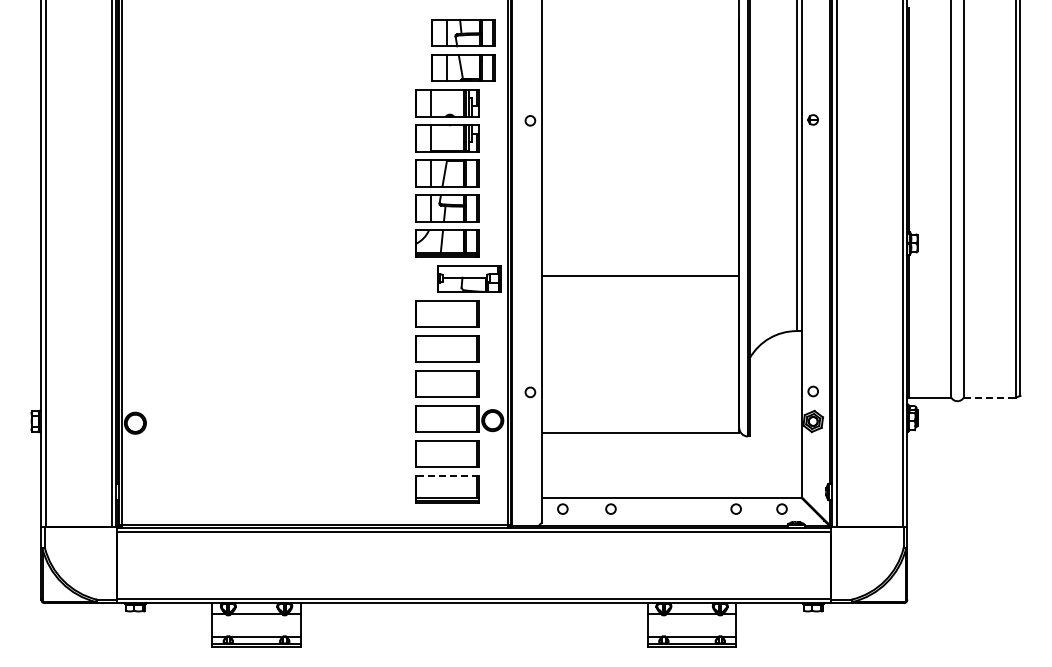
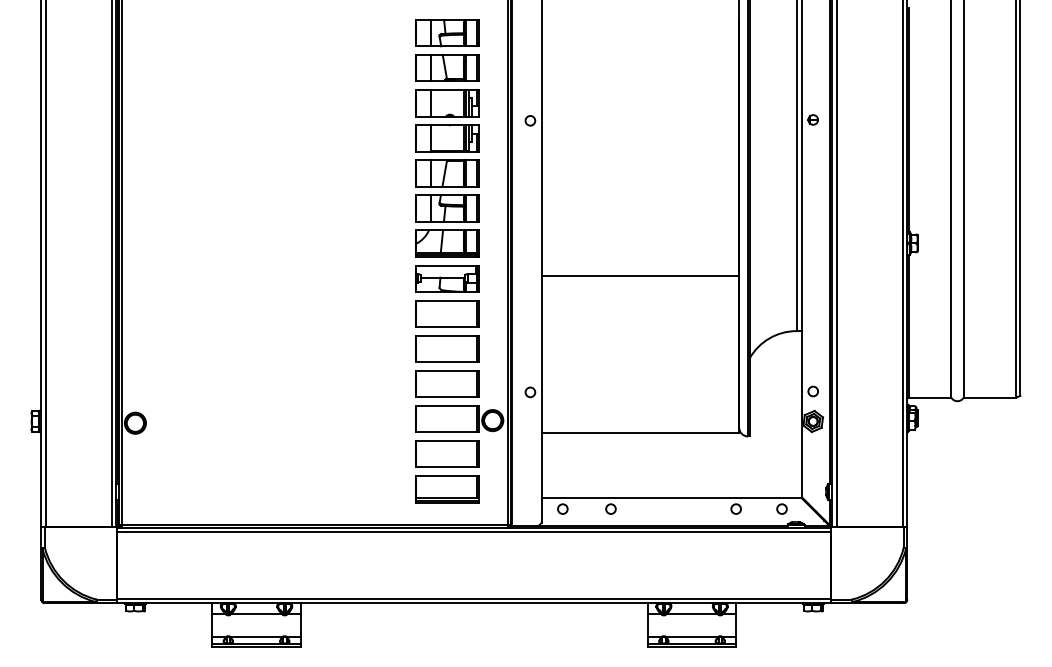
part at (463, 50) position: (463, 50) -> (447, 50)
part at (469, 278) position: (469, 278) -> (447, 278)
line at (989, 397): dashed -> solid
line at (447, 476): dashed -> solid
